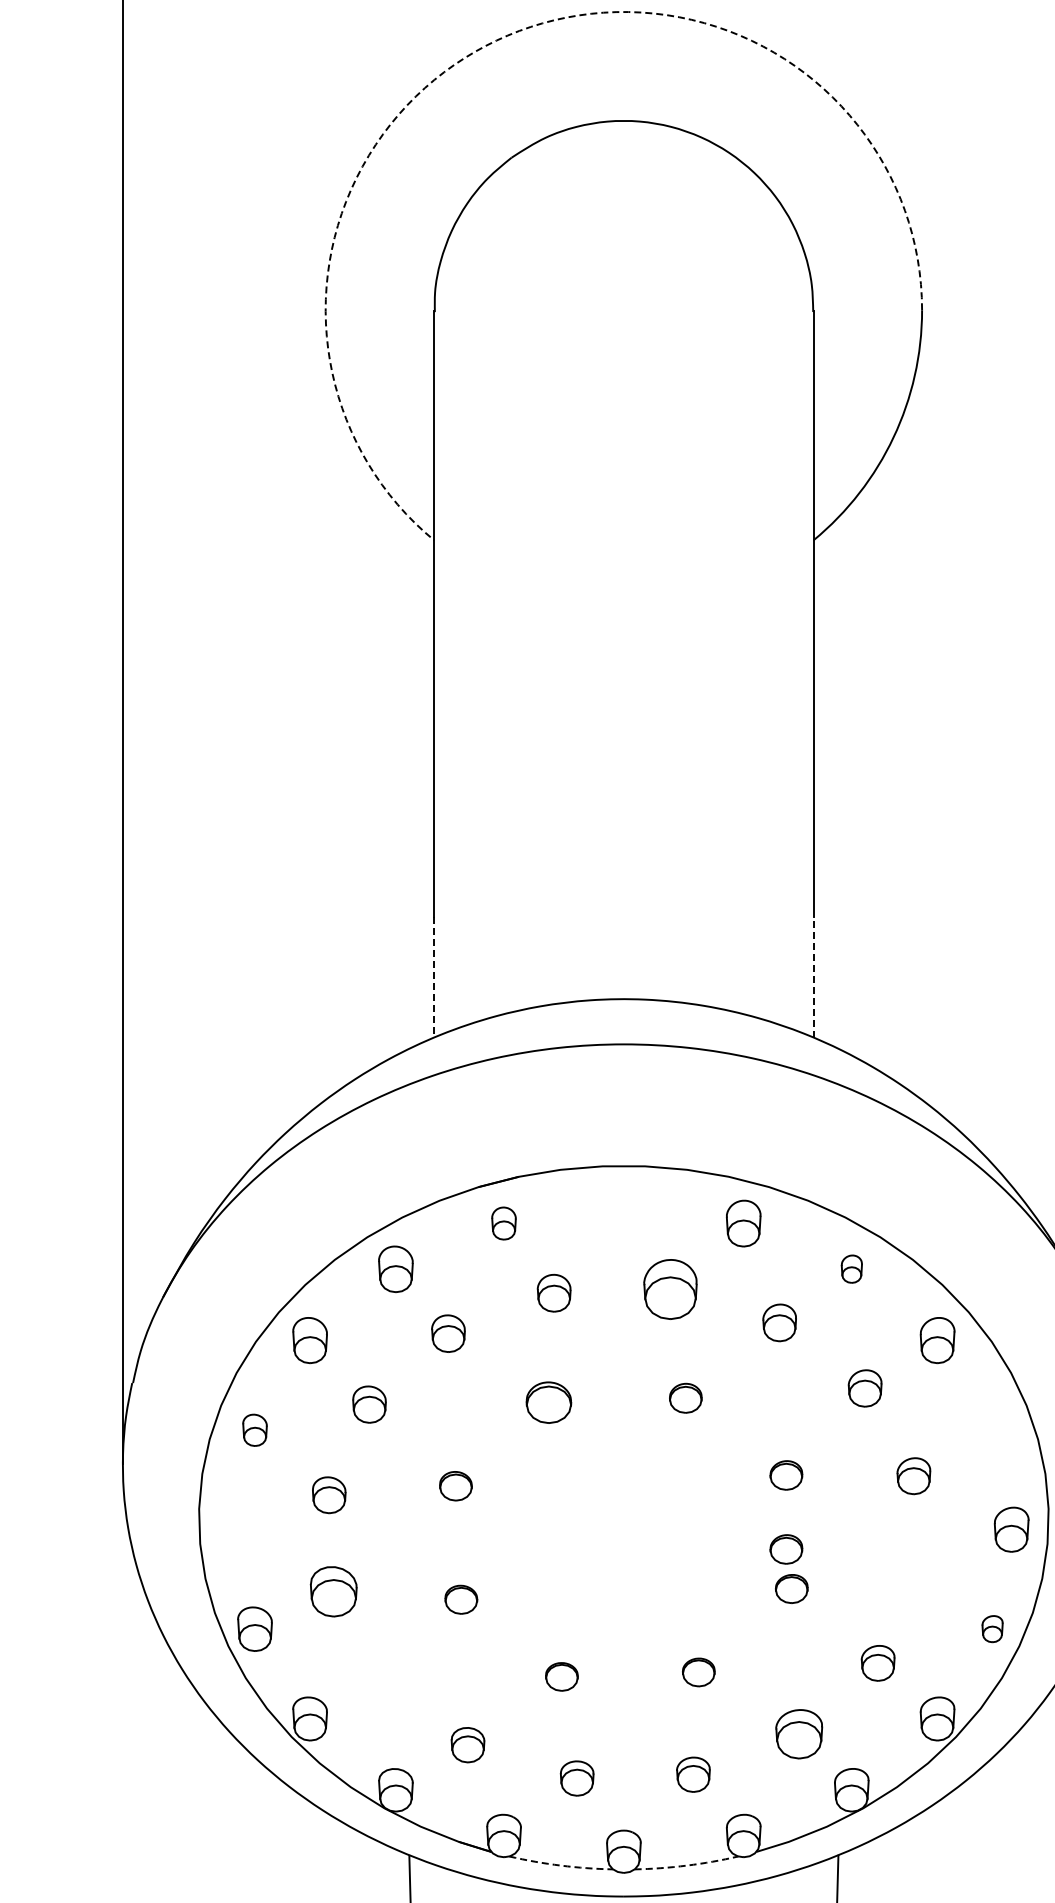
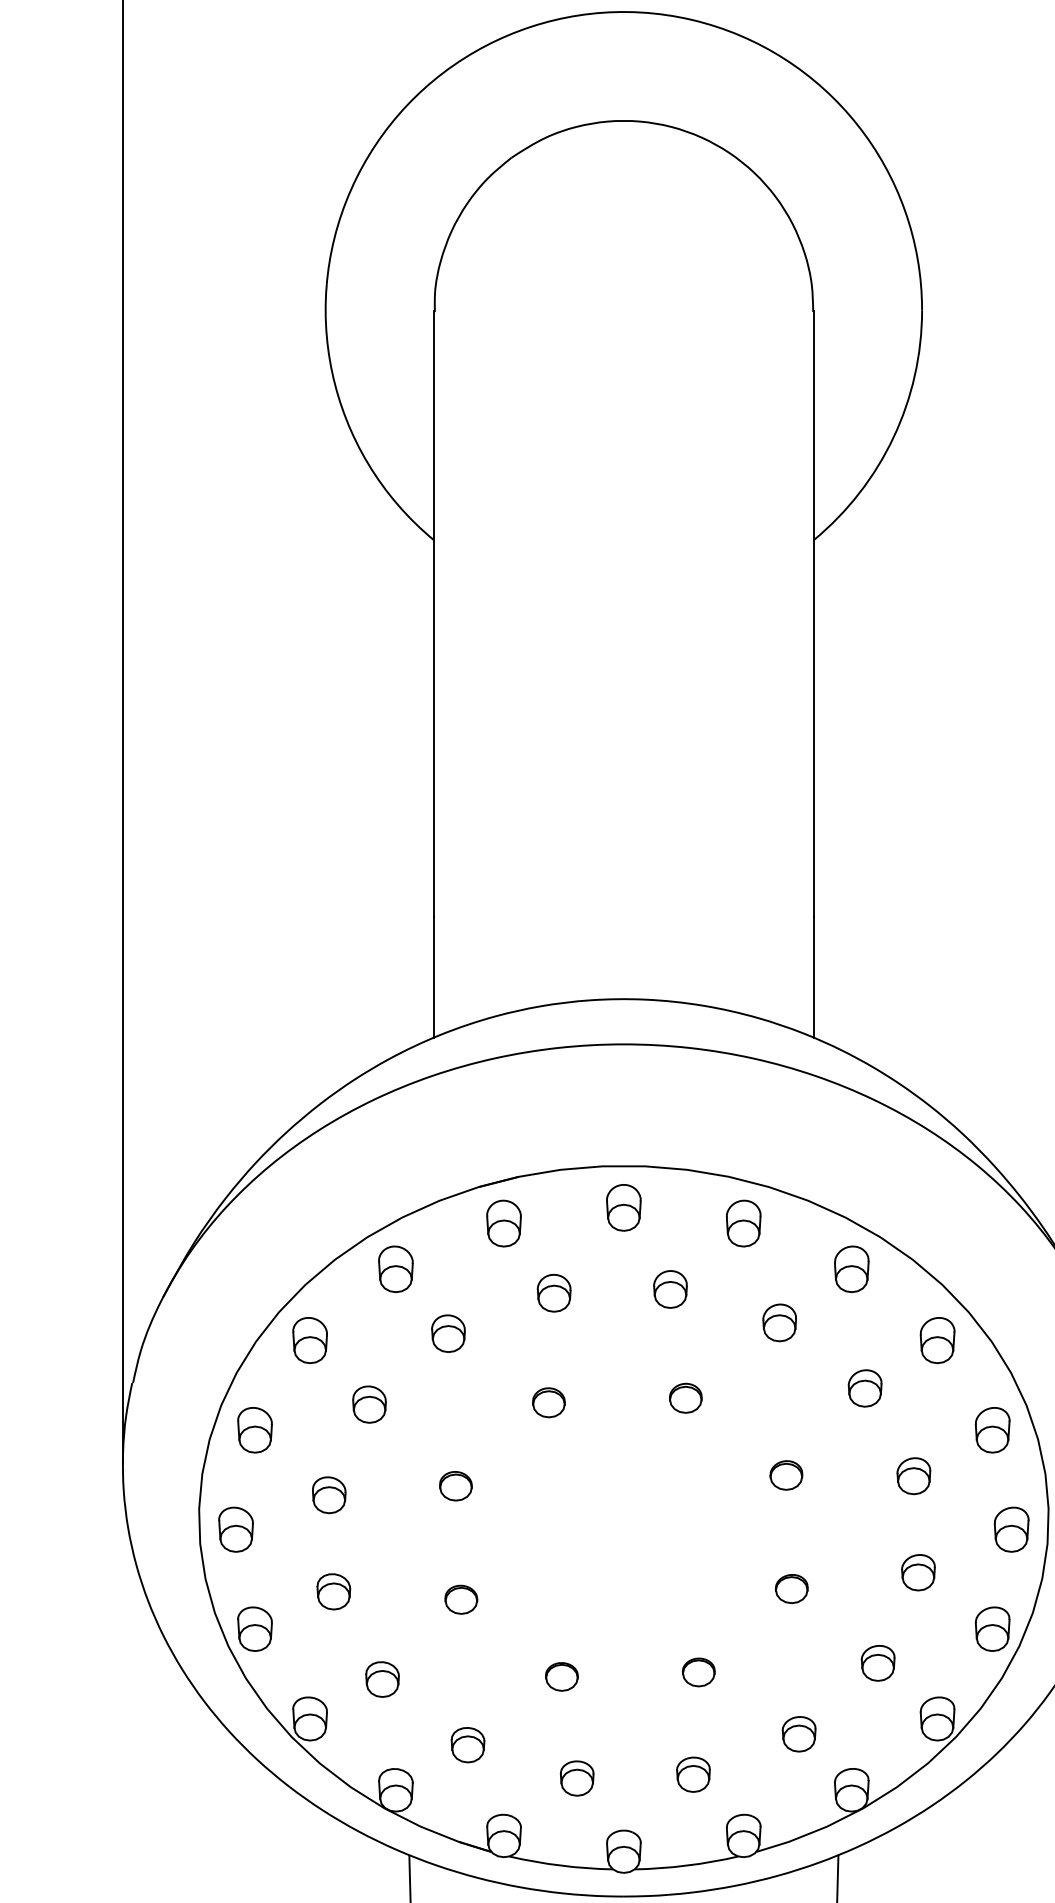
arc at (496, 40): dashed -> solid
line at (813, 977): dashed -> solid
line at (434, 978): dashed -> solid
part at (623, 1207): none -> present
part at (503, 1223) size: 26x35 px -> 36x49 px
part at (851, 1268) size: 23x30 px -> 36x48 px
part at (670, 1289) size: 55x61 px -> 35x39 px
part at (548, 1402) size: 48x43 px -> 34x32 px
part at (254, 1429) size: 26x34 px -> 36x47 px
part at (992, 1430): none -> present
part at (235, 1529): none -> present
part at (786, 1549): present -> none
part at (918, 1572): none -> present
part at (333, 1591) size: 49x52 px -> 36x38 px
part at (992, 1629) size: 23x29 px -> 37x46 px
part at (382, 1679): none -> present
part at (799, 1734) size: 49x51 px -> 36x37 px
arc at (560, 1865): dashed -> solid
arc at (686, 1865): dashed -> solid
